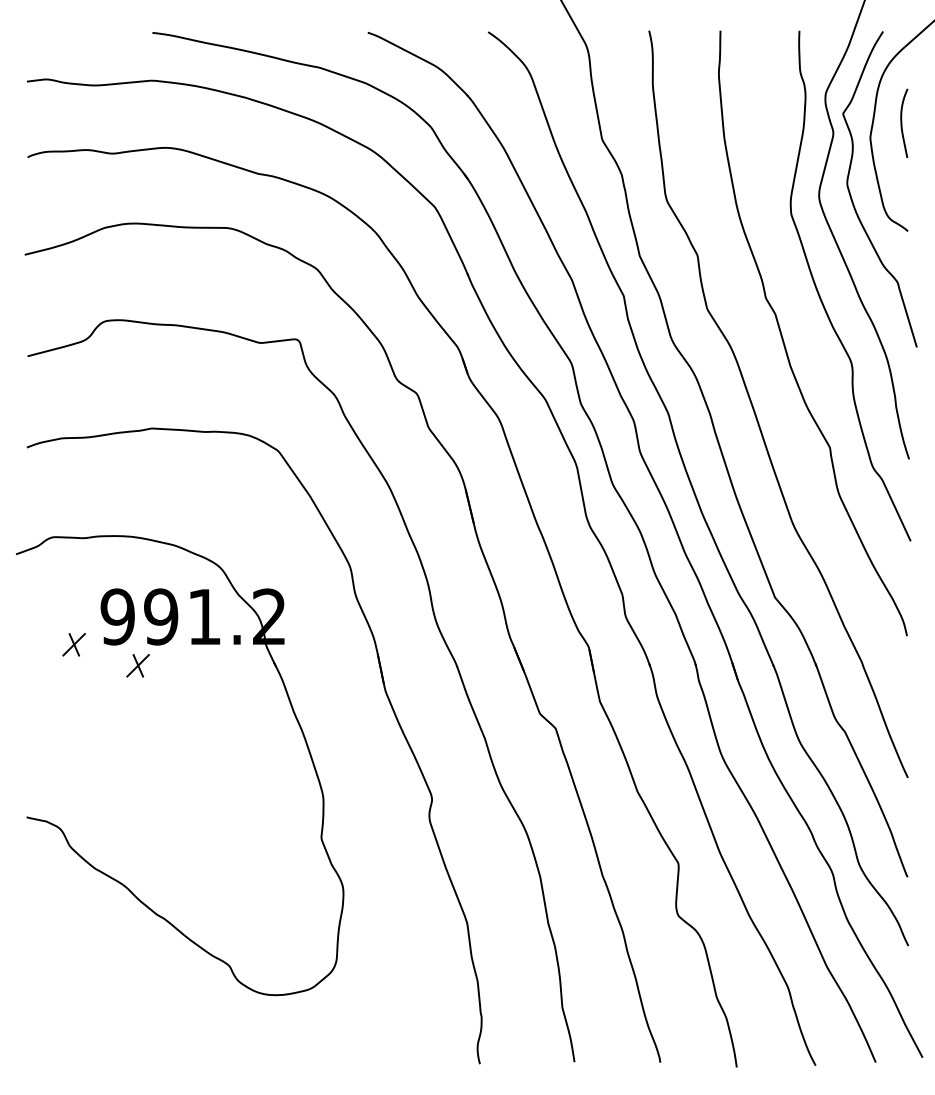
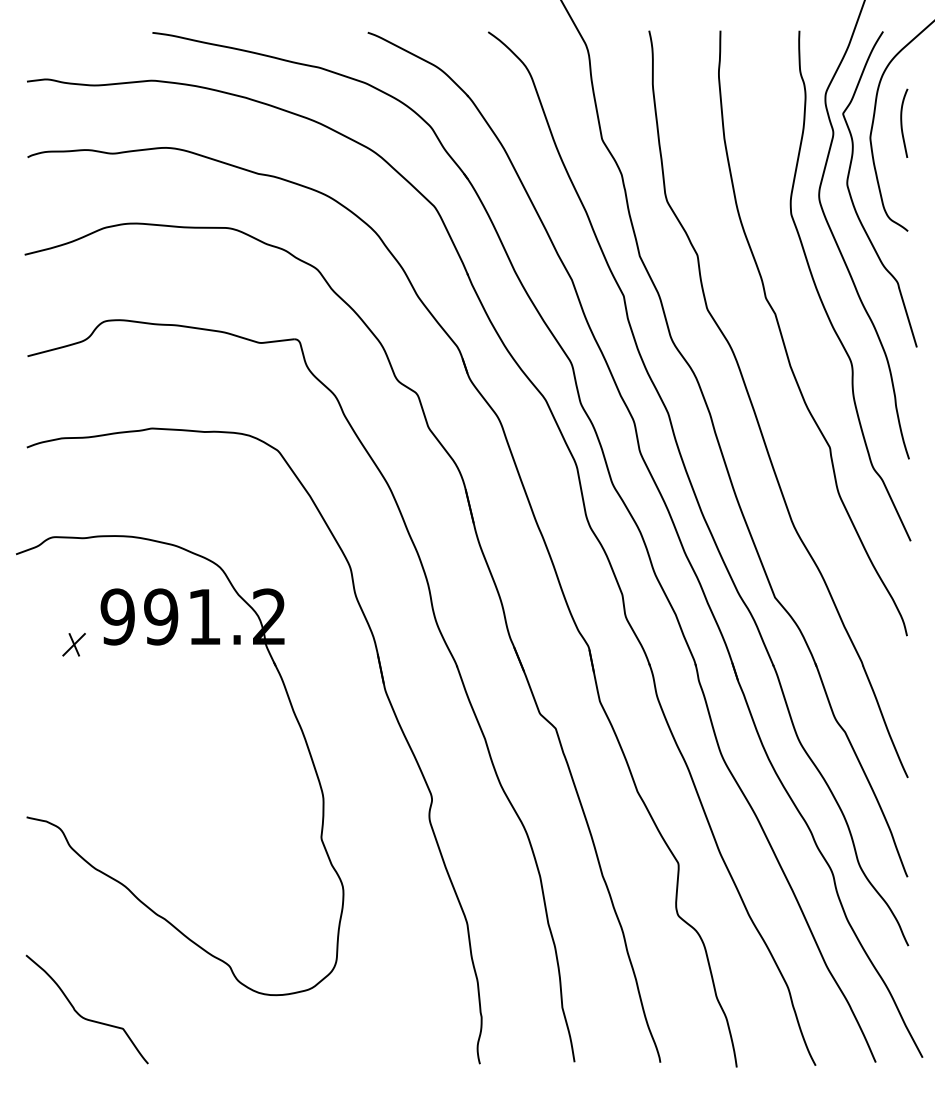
part at (137, 665): present -> none
curve at (80, 1014): none -> present
